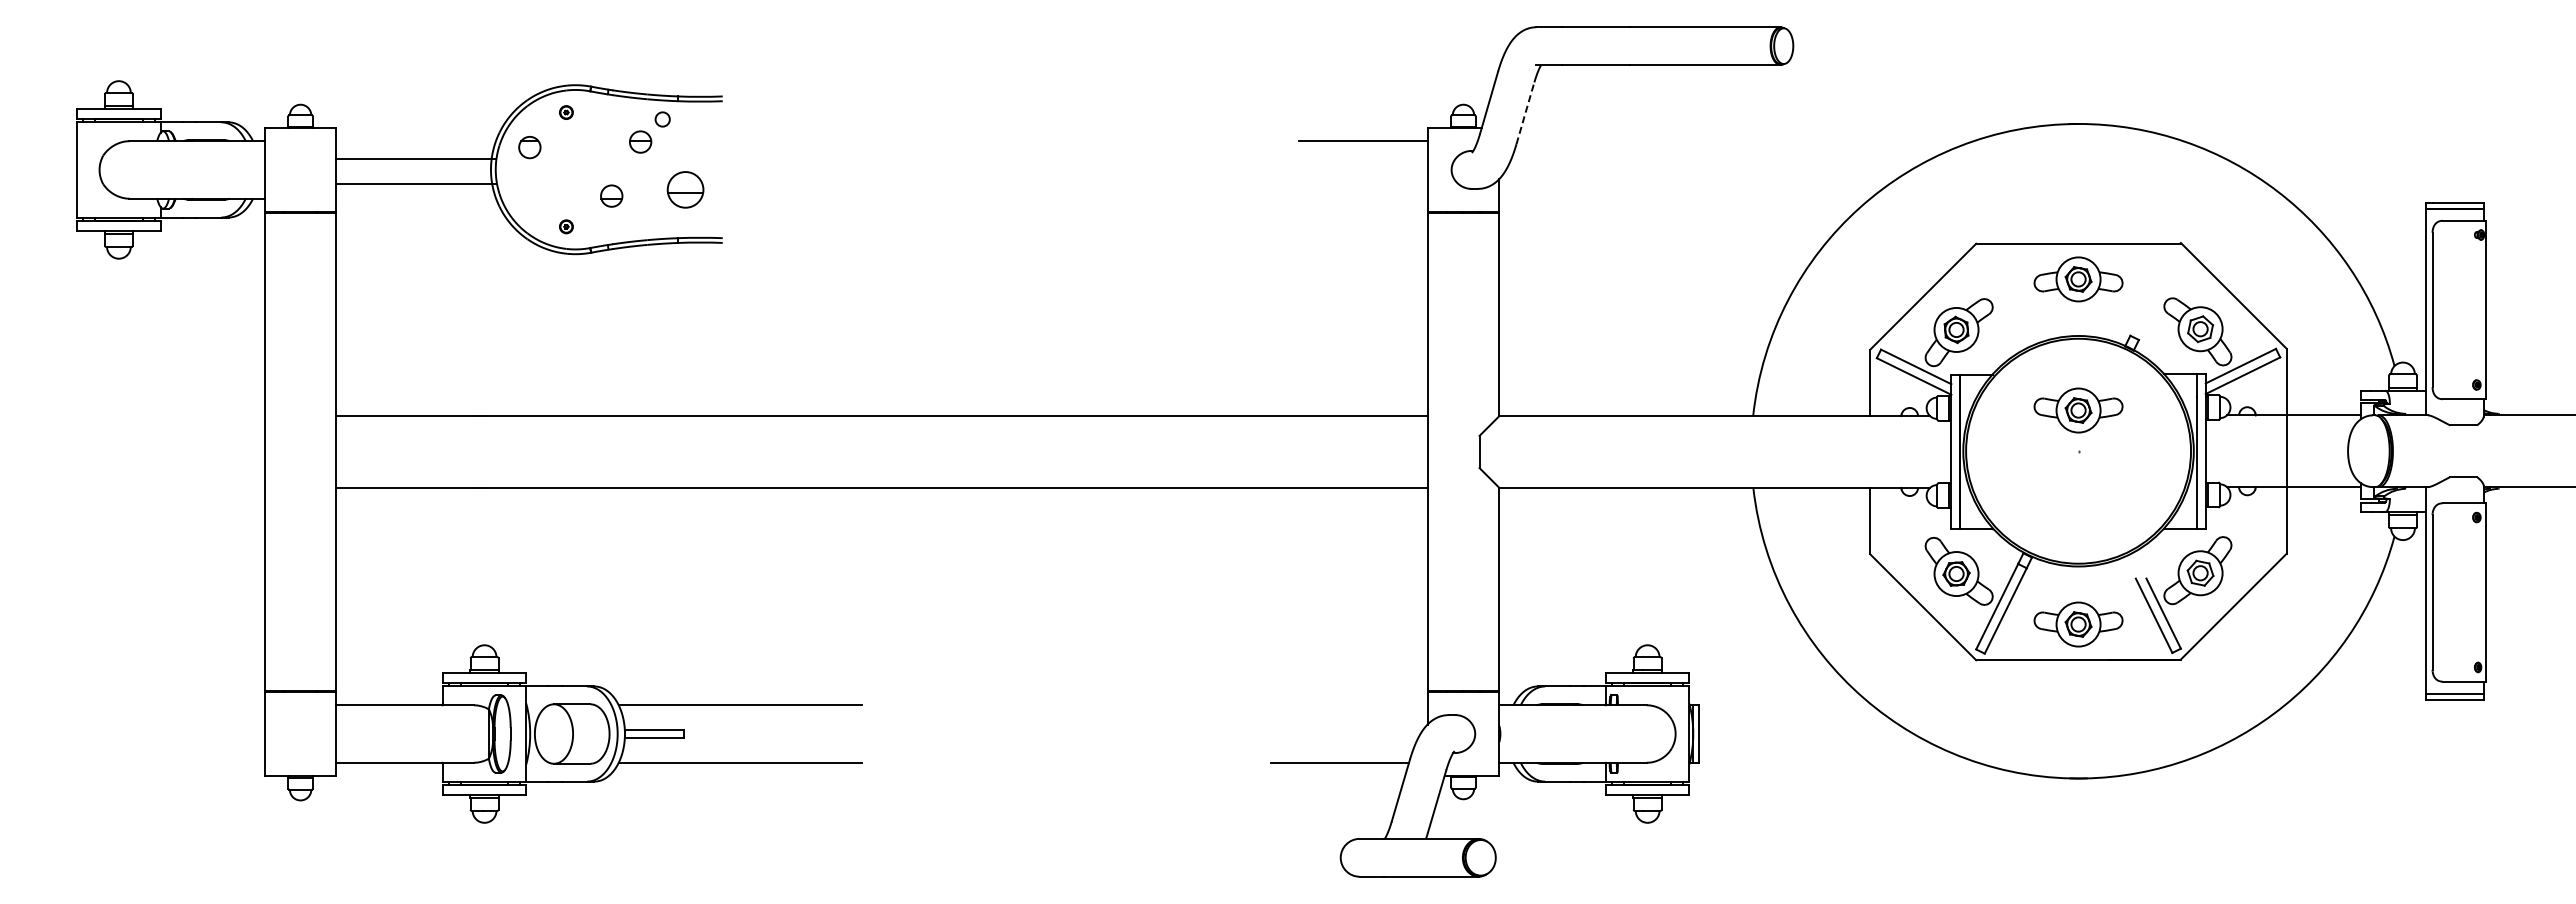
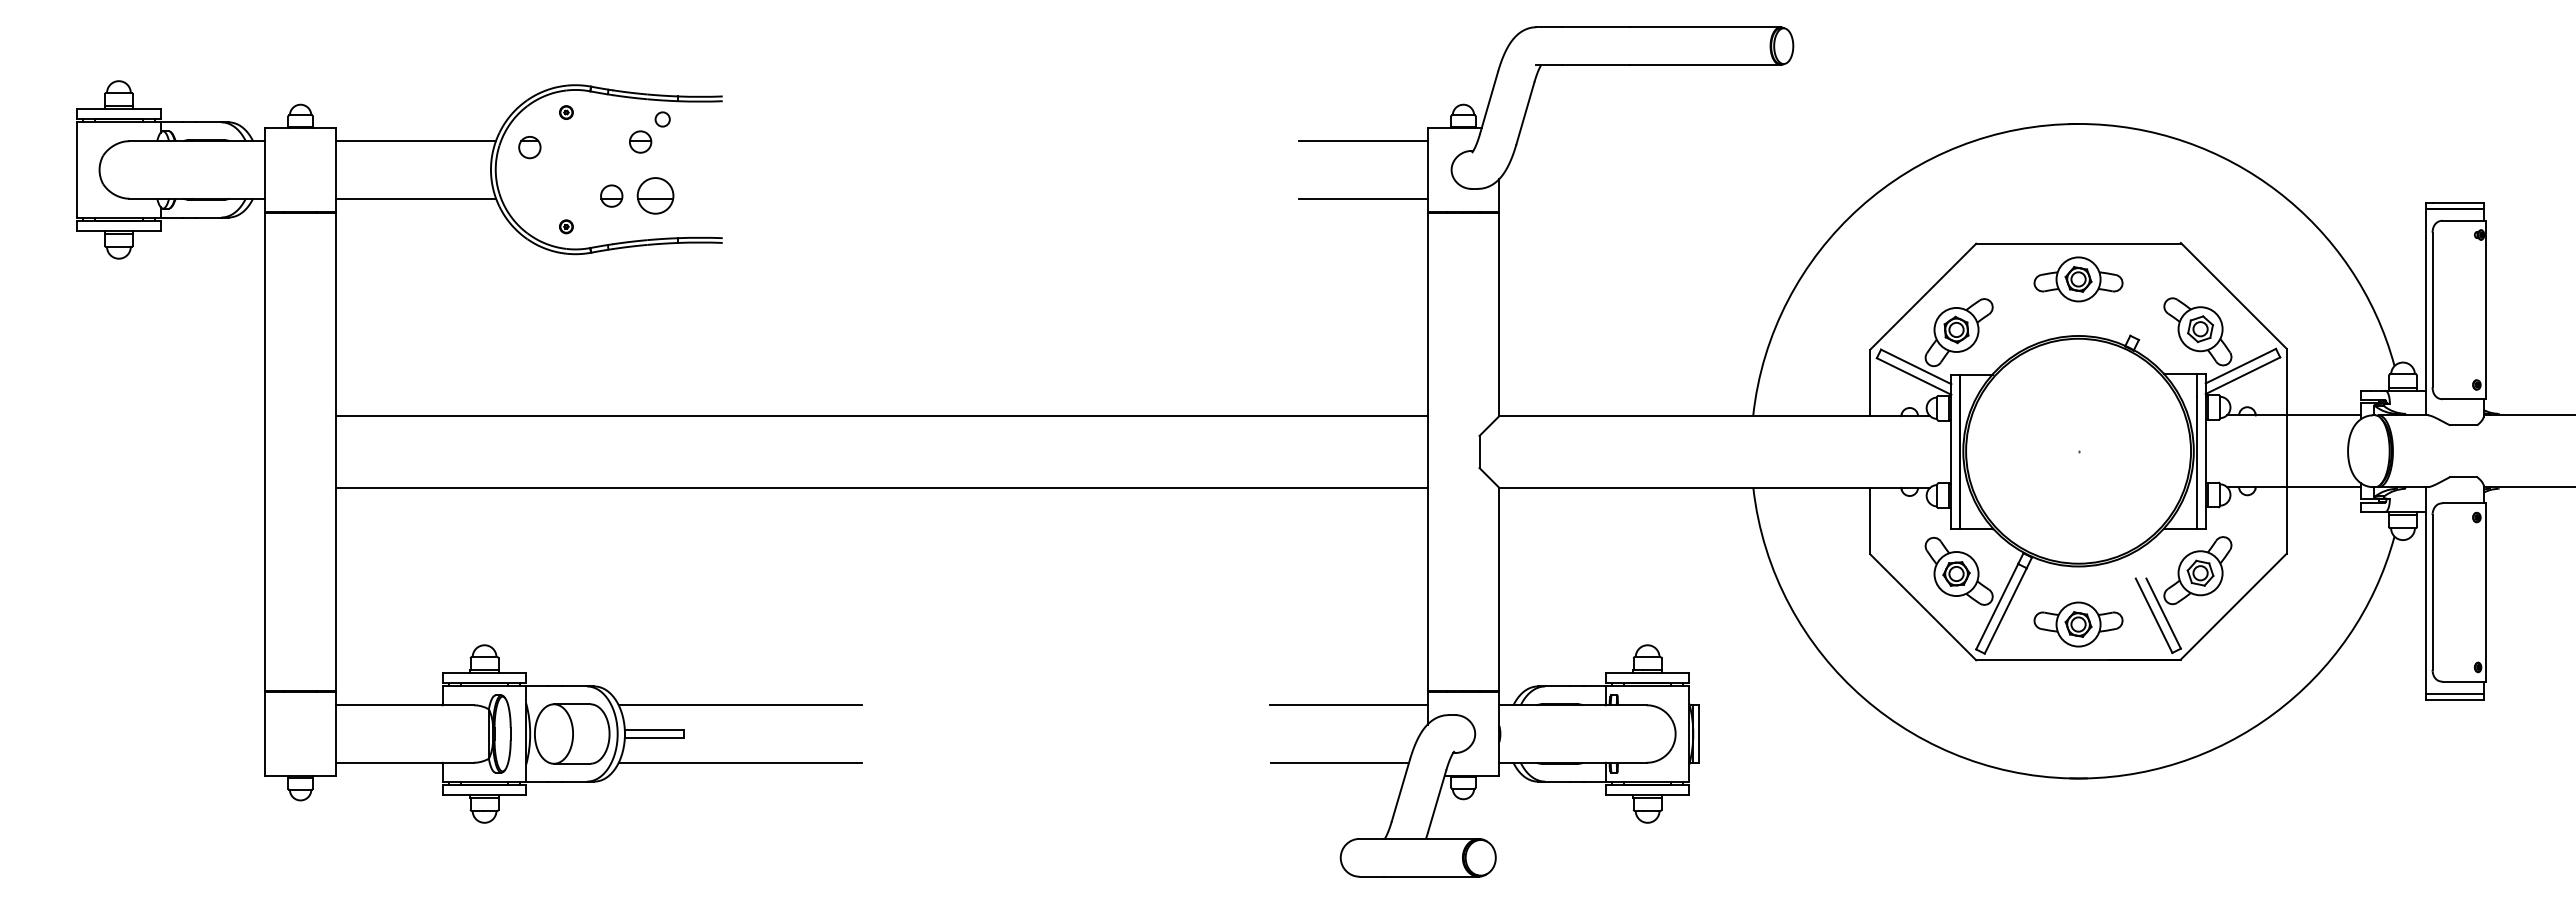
line at (1525, 112): dashed -> solid
line at (416, 159) position: (416, 159) -> (416, 141)
line at (416, 183) position: (416, 183) -> (416, 198)
part at (685, 189) position: (685, 189) -> (655, 195)
line at (1362, 198): none -> present
part at (2078, 410): present -> none
line at (1348, 705): none -> present
